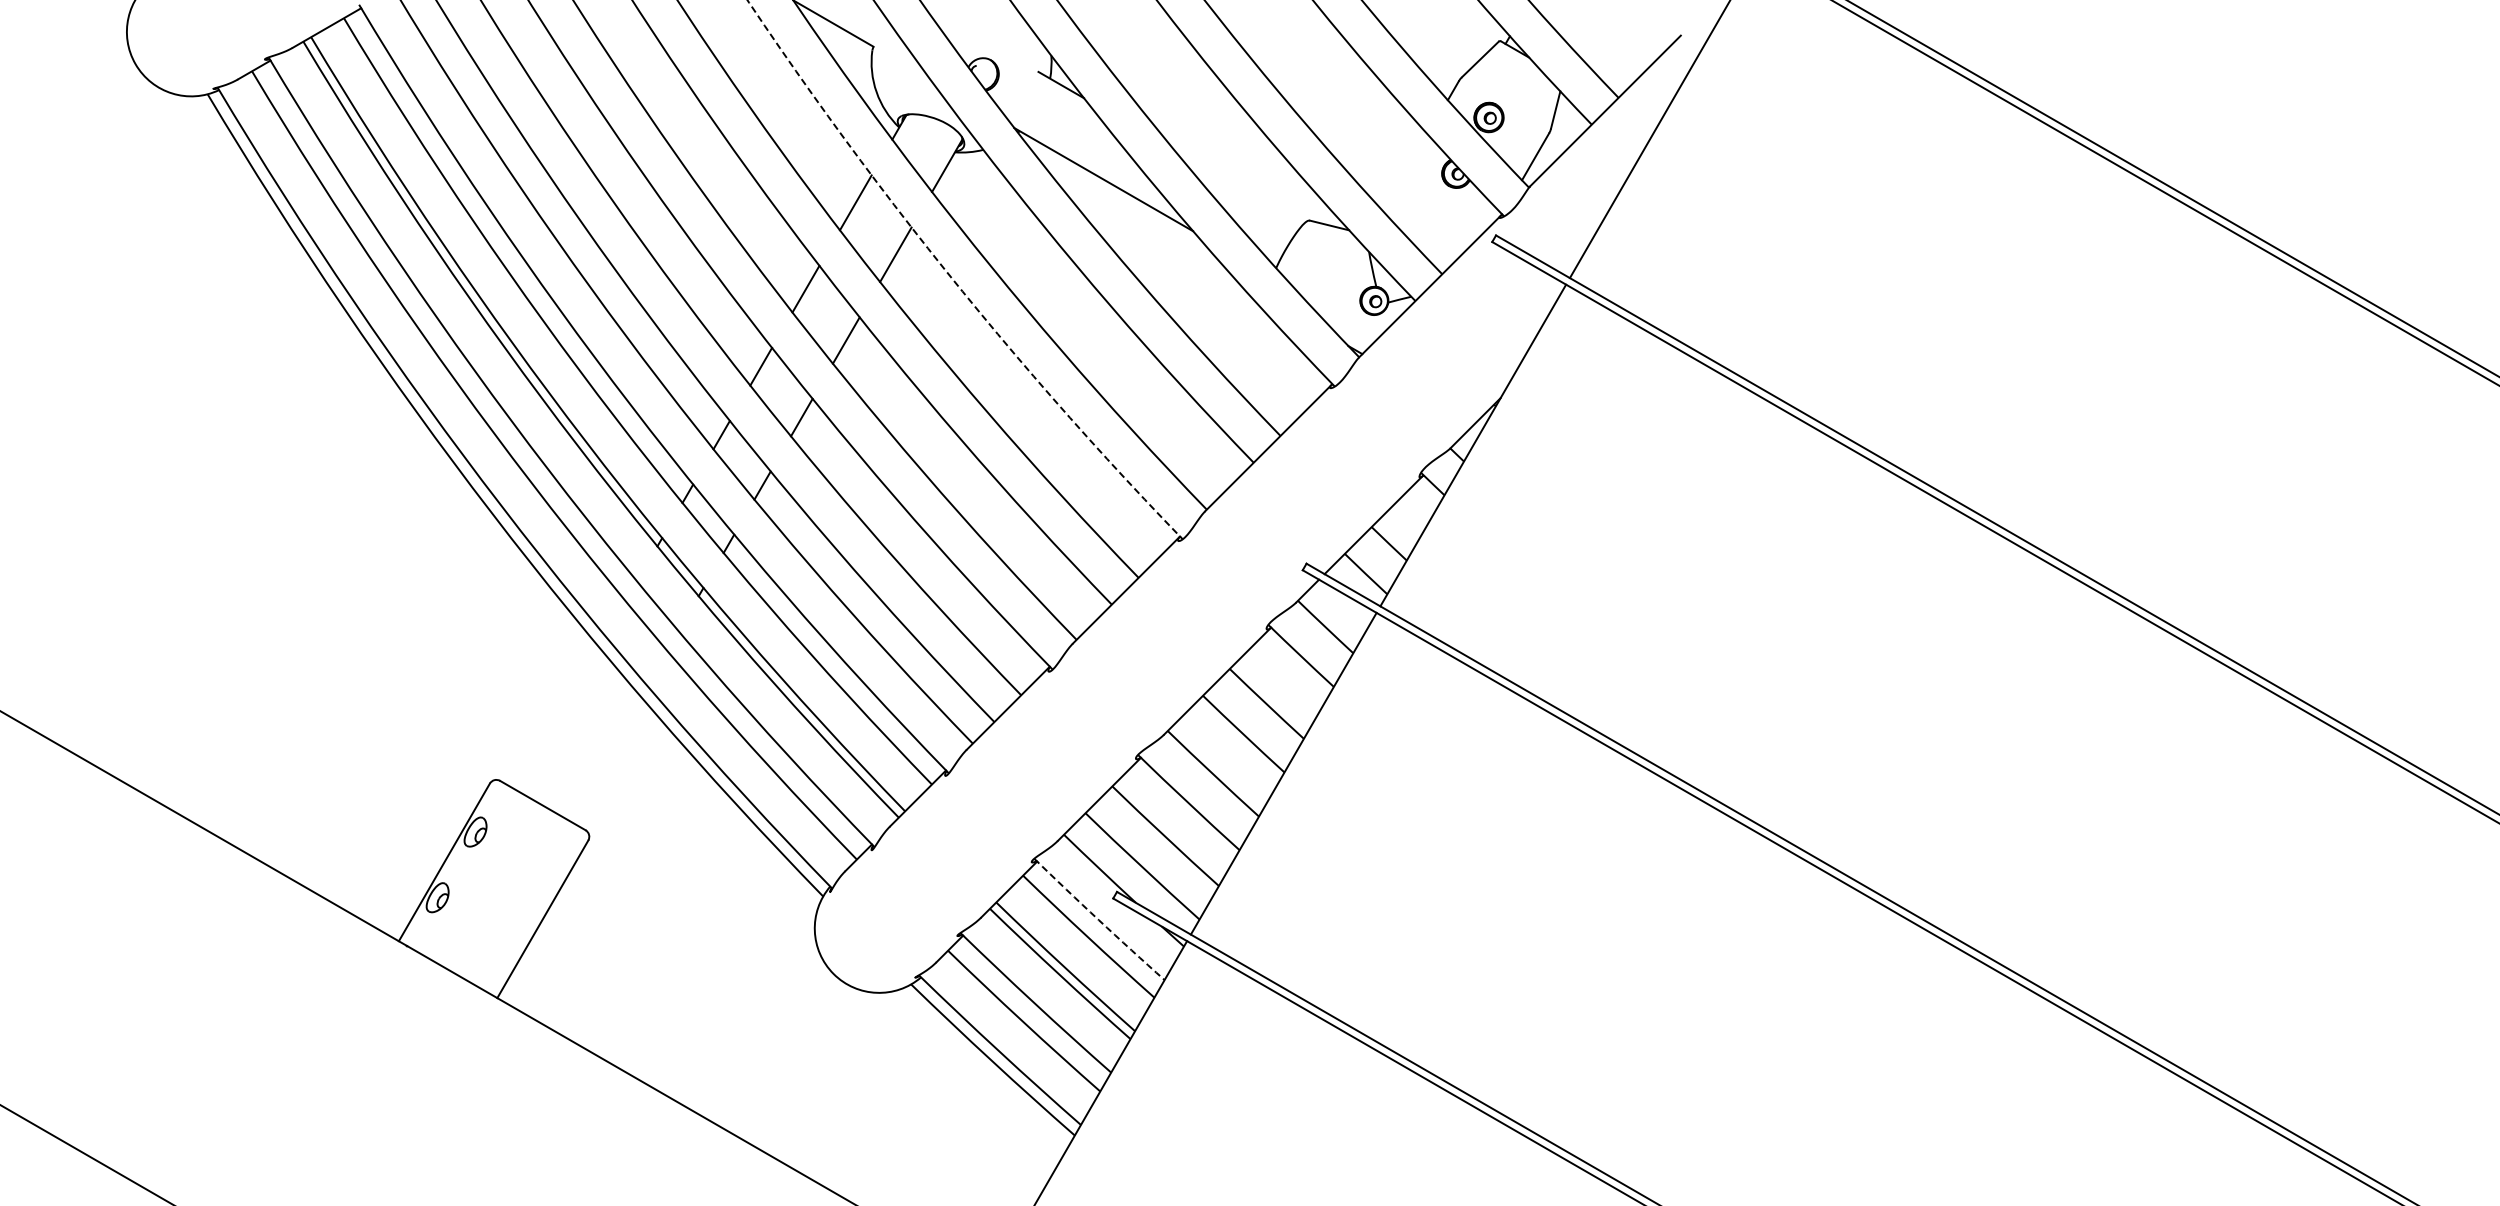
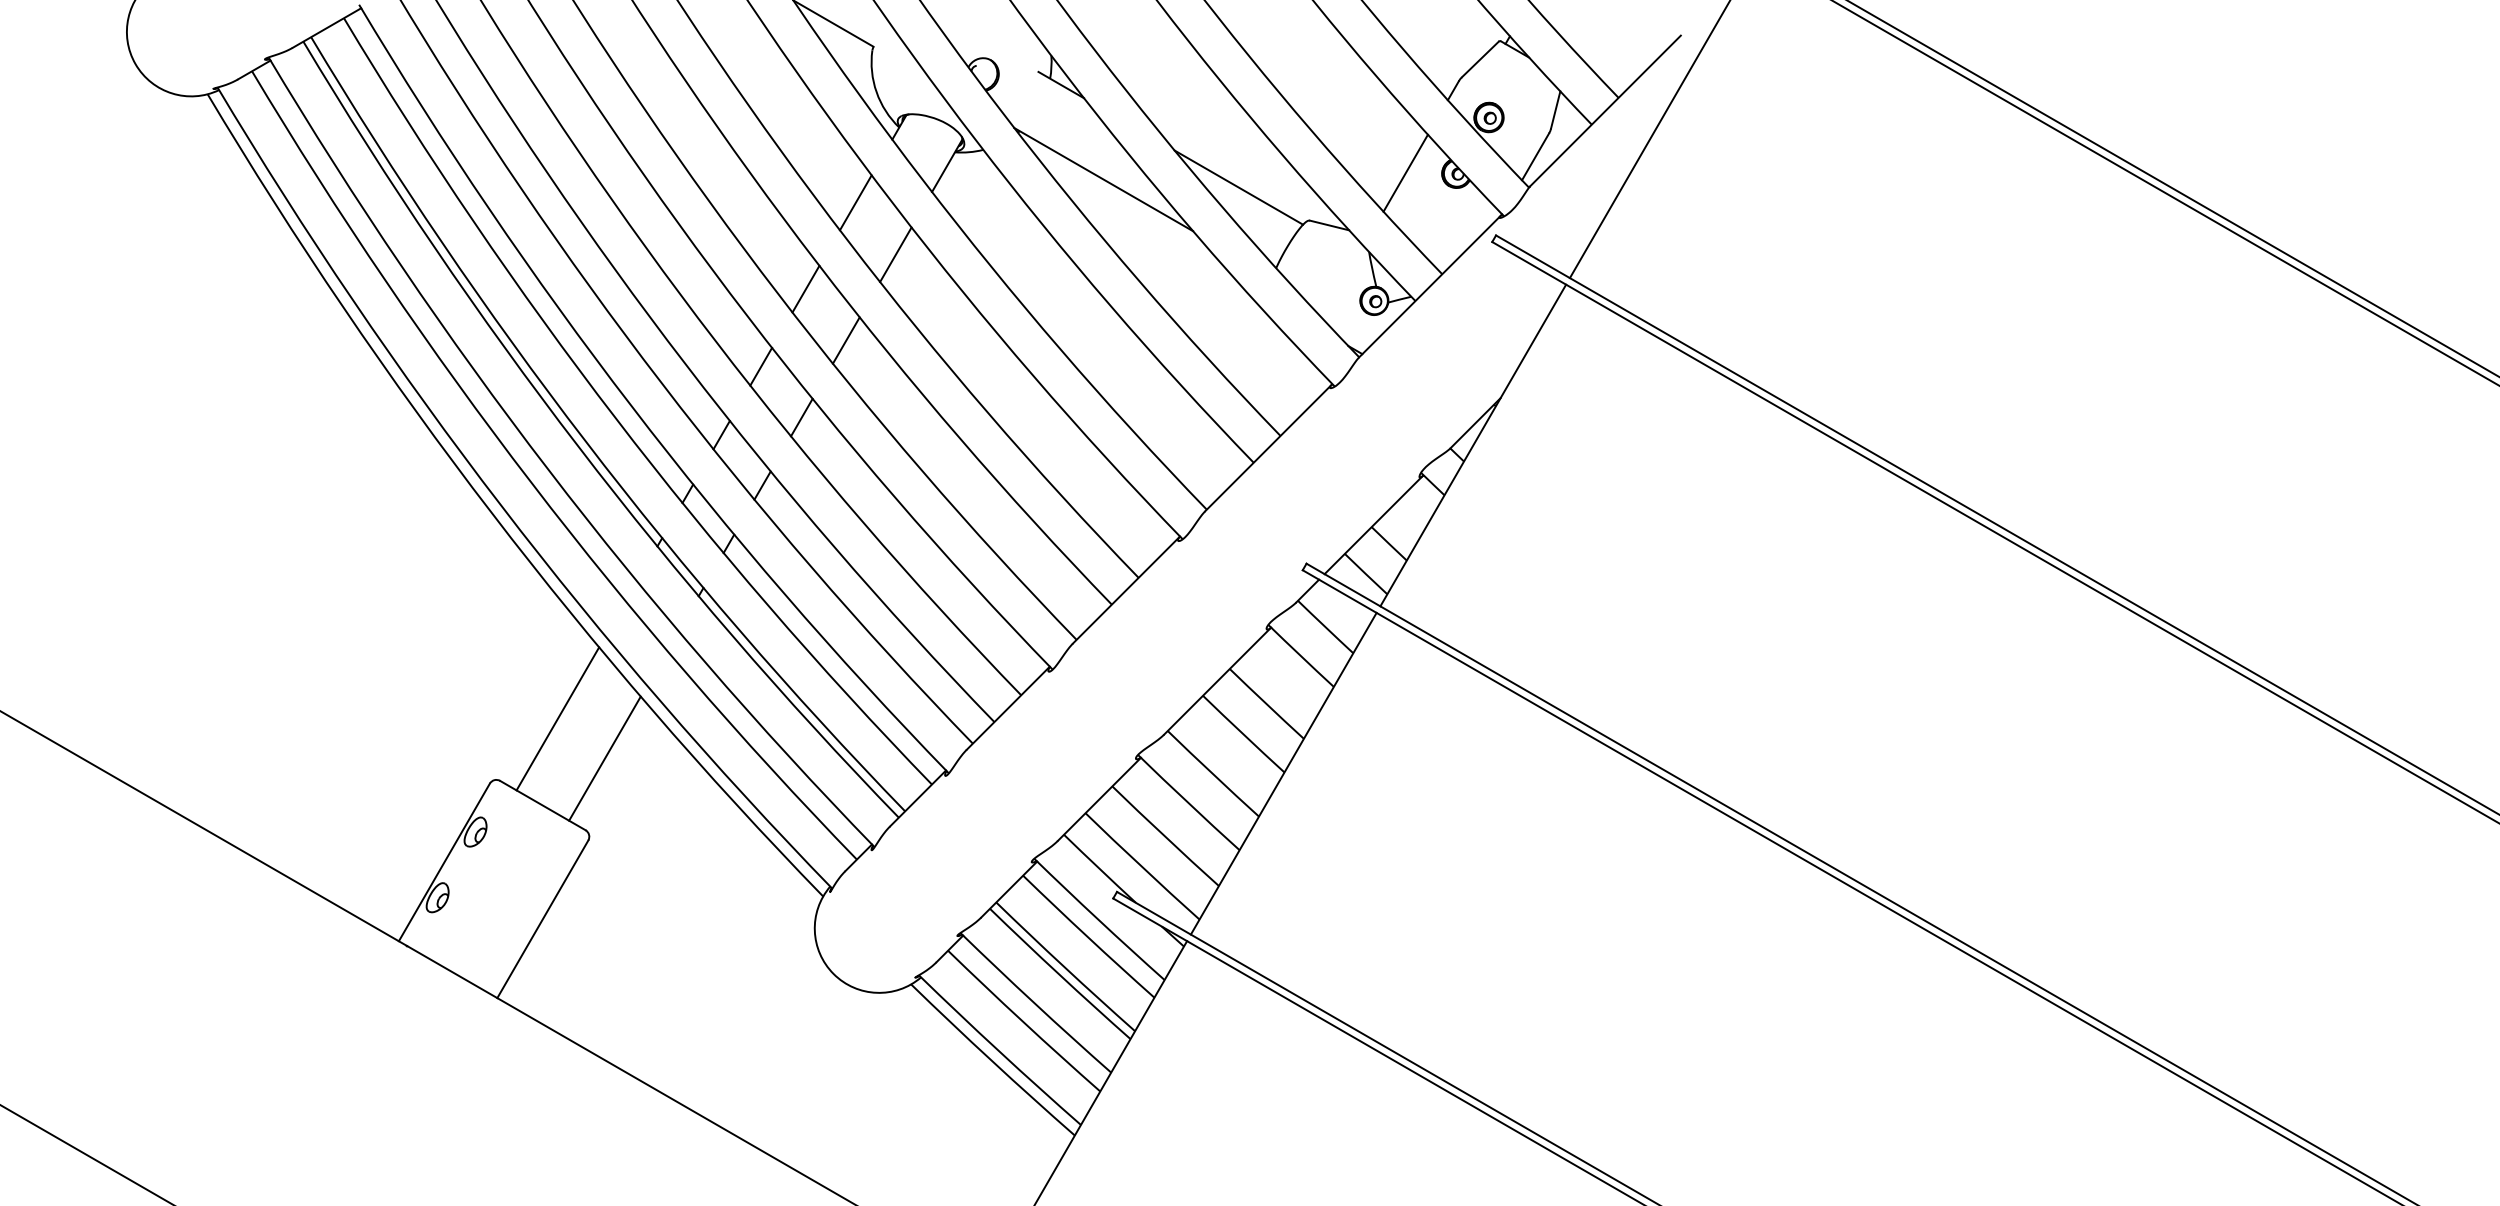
line at (1405, 172): none -> present
line at (1238, 187): none -> present
arc at (953, 279): dashed -> solid
line at (557, 718): none -> present
line at (604, 758): none -> present
arc at (1098, 920): dashed -> solid
